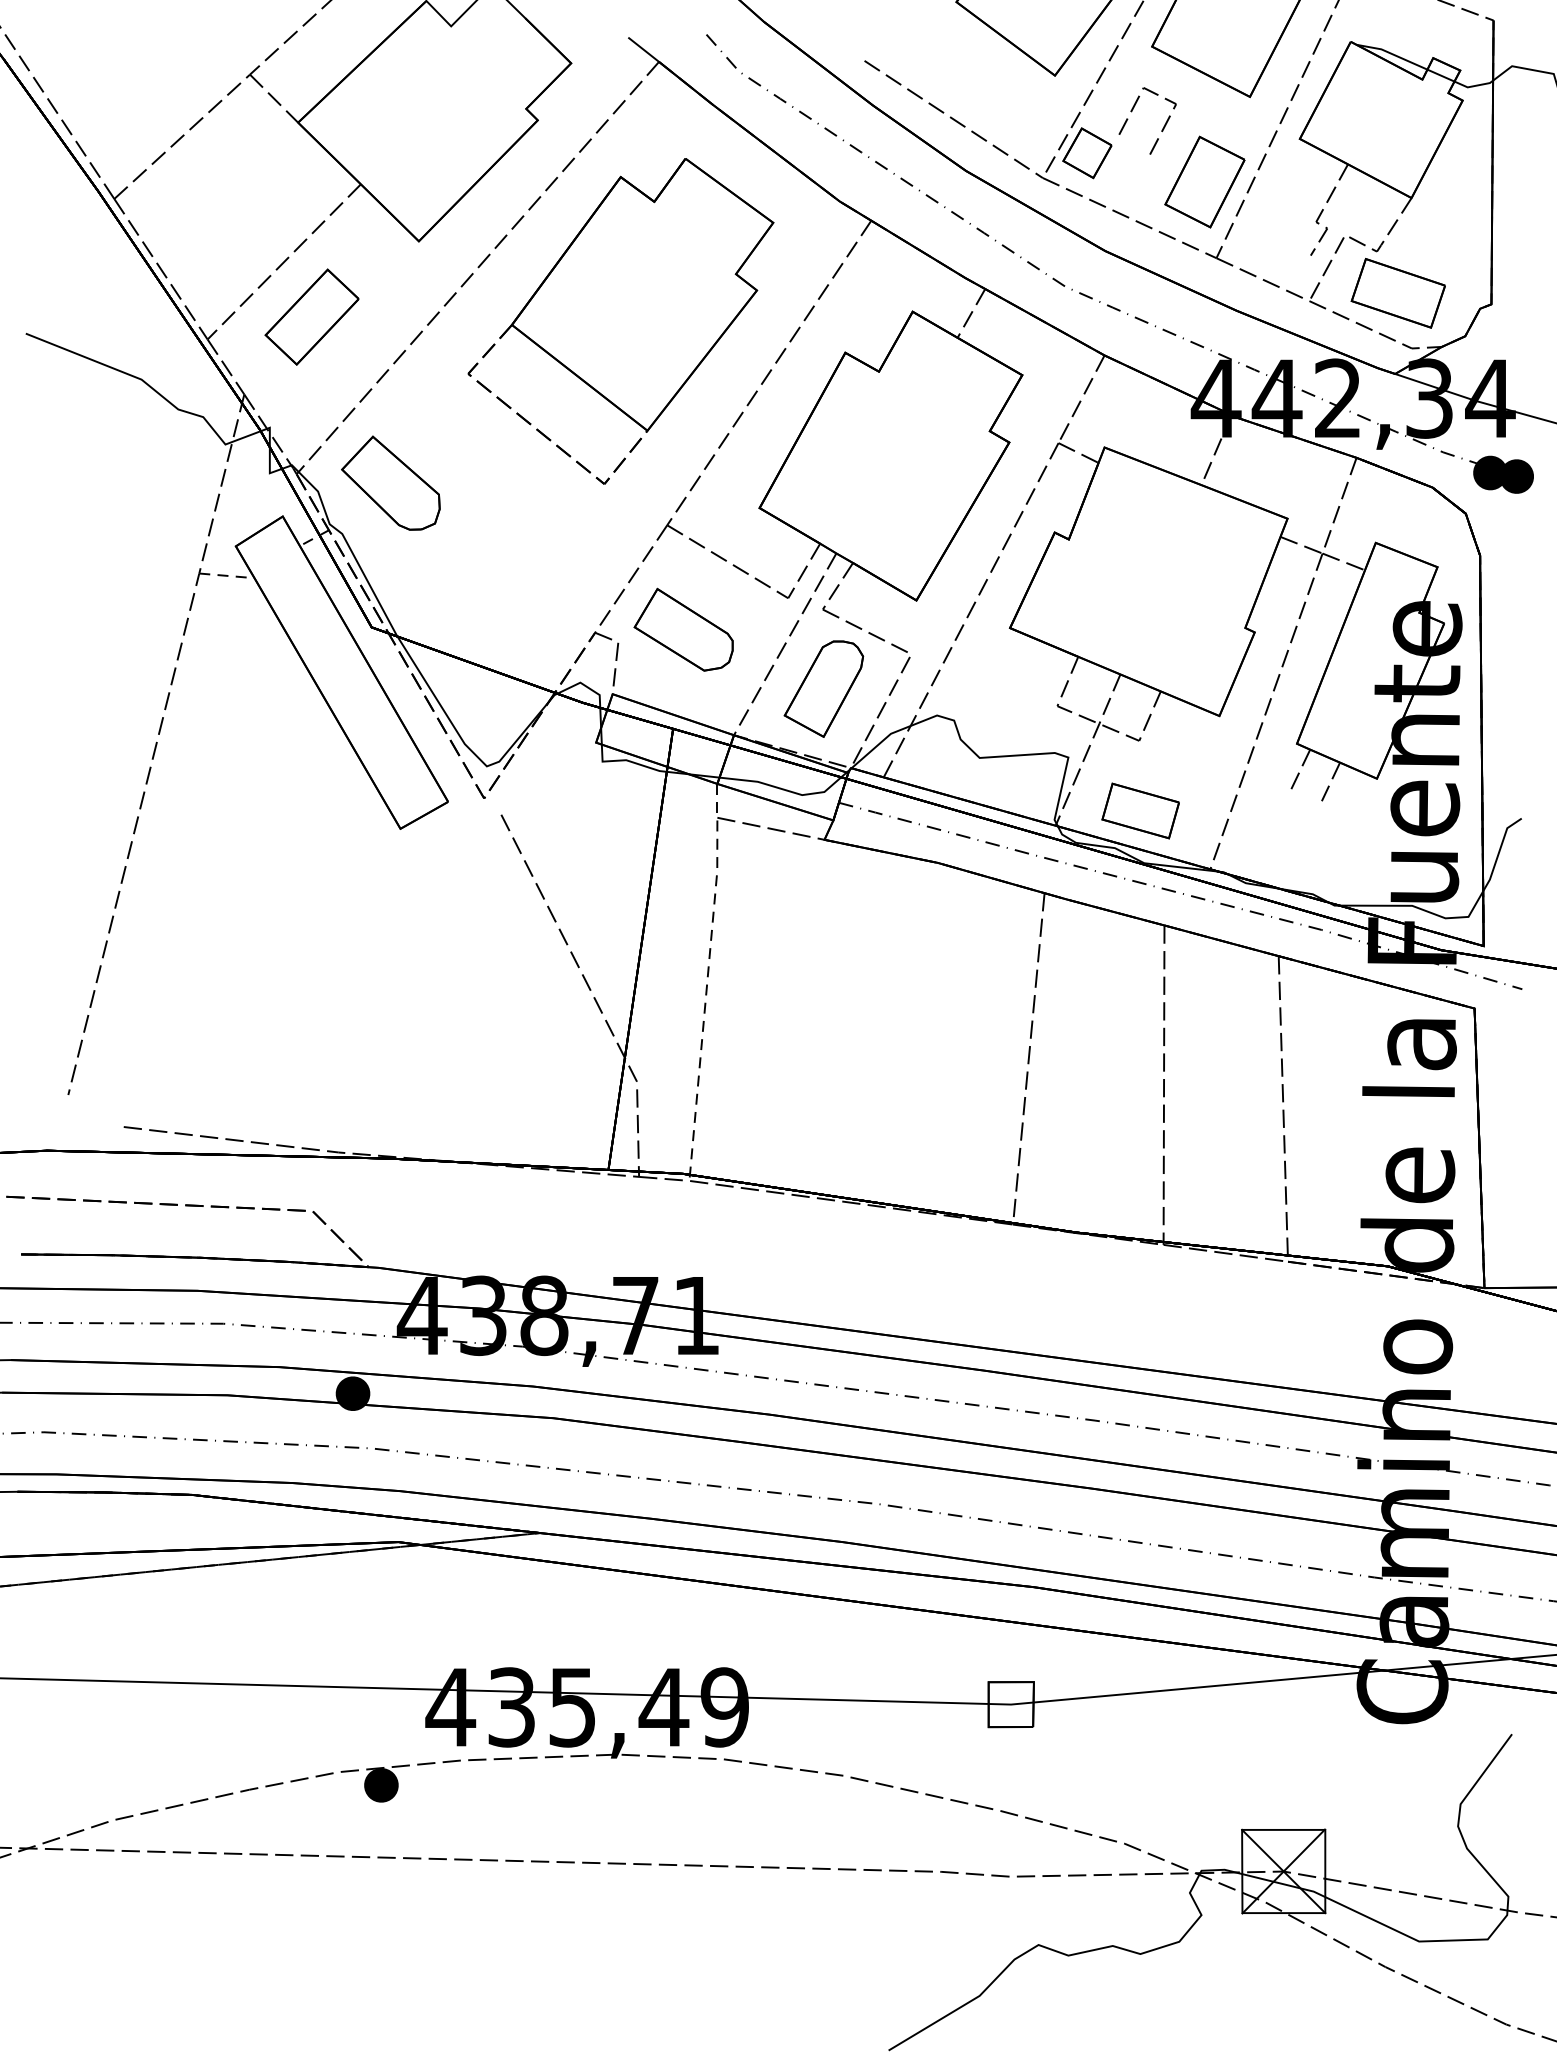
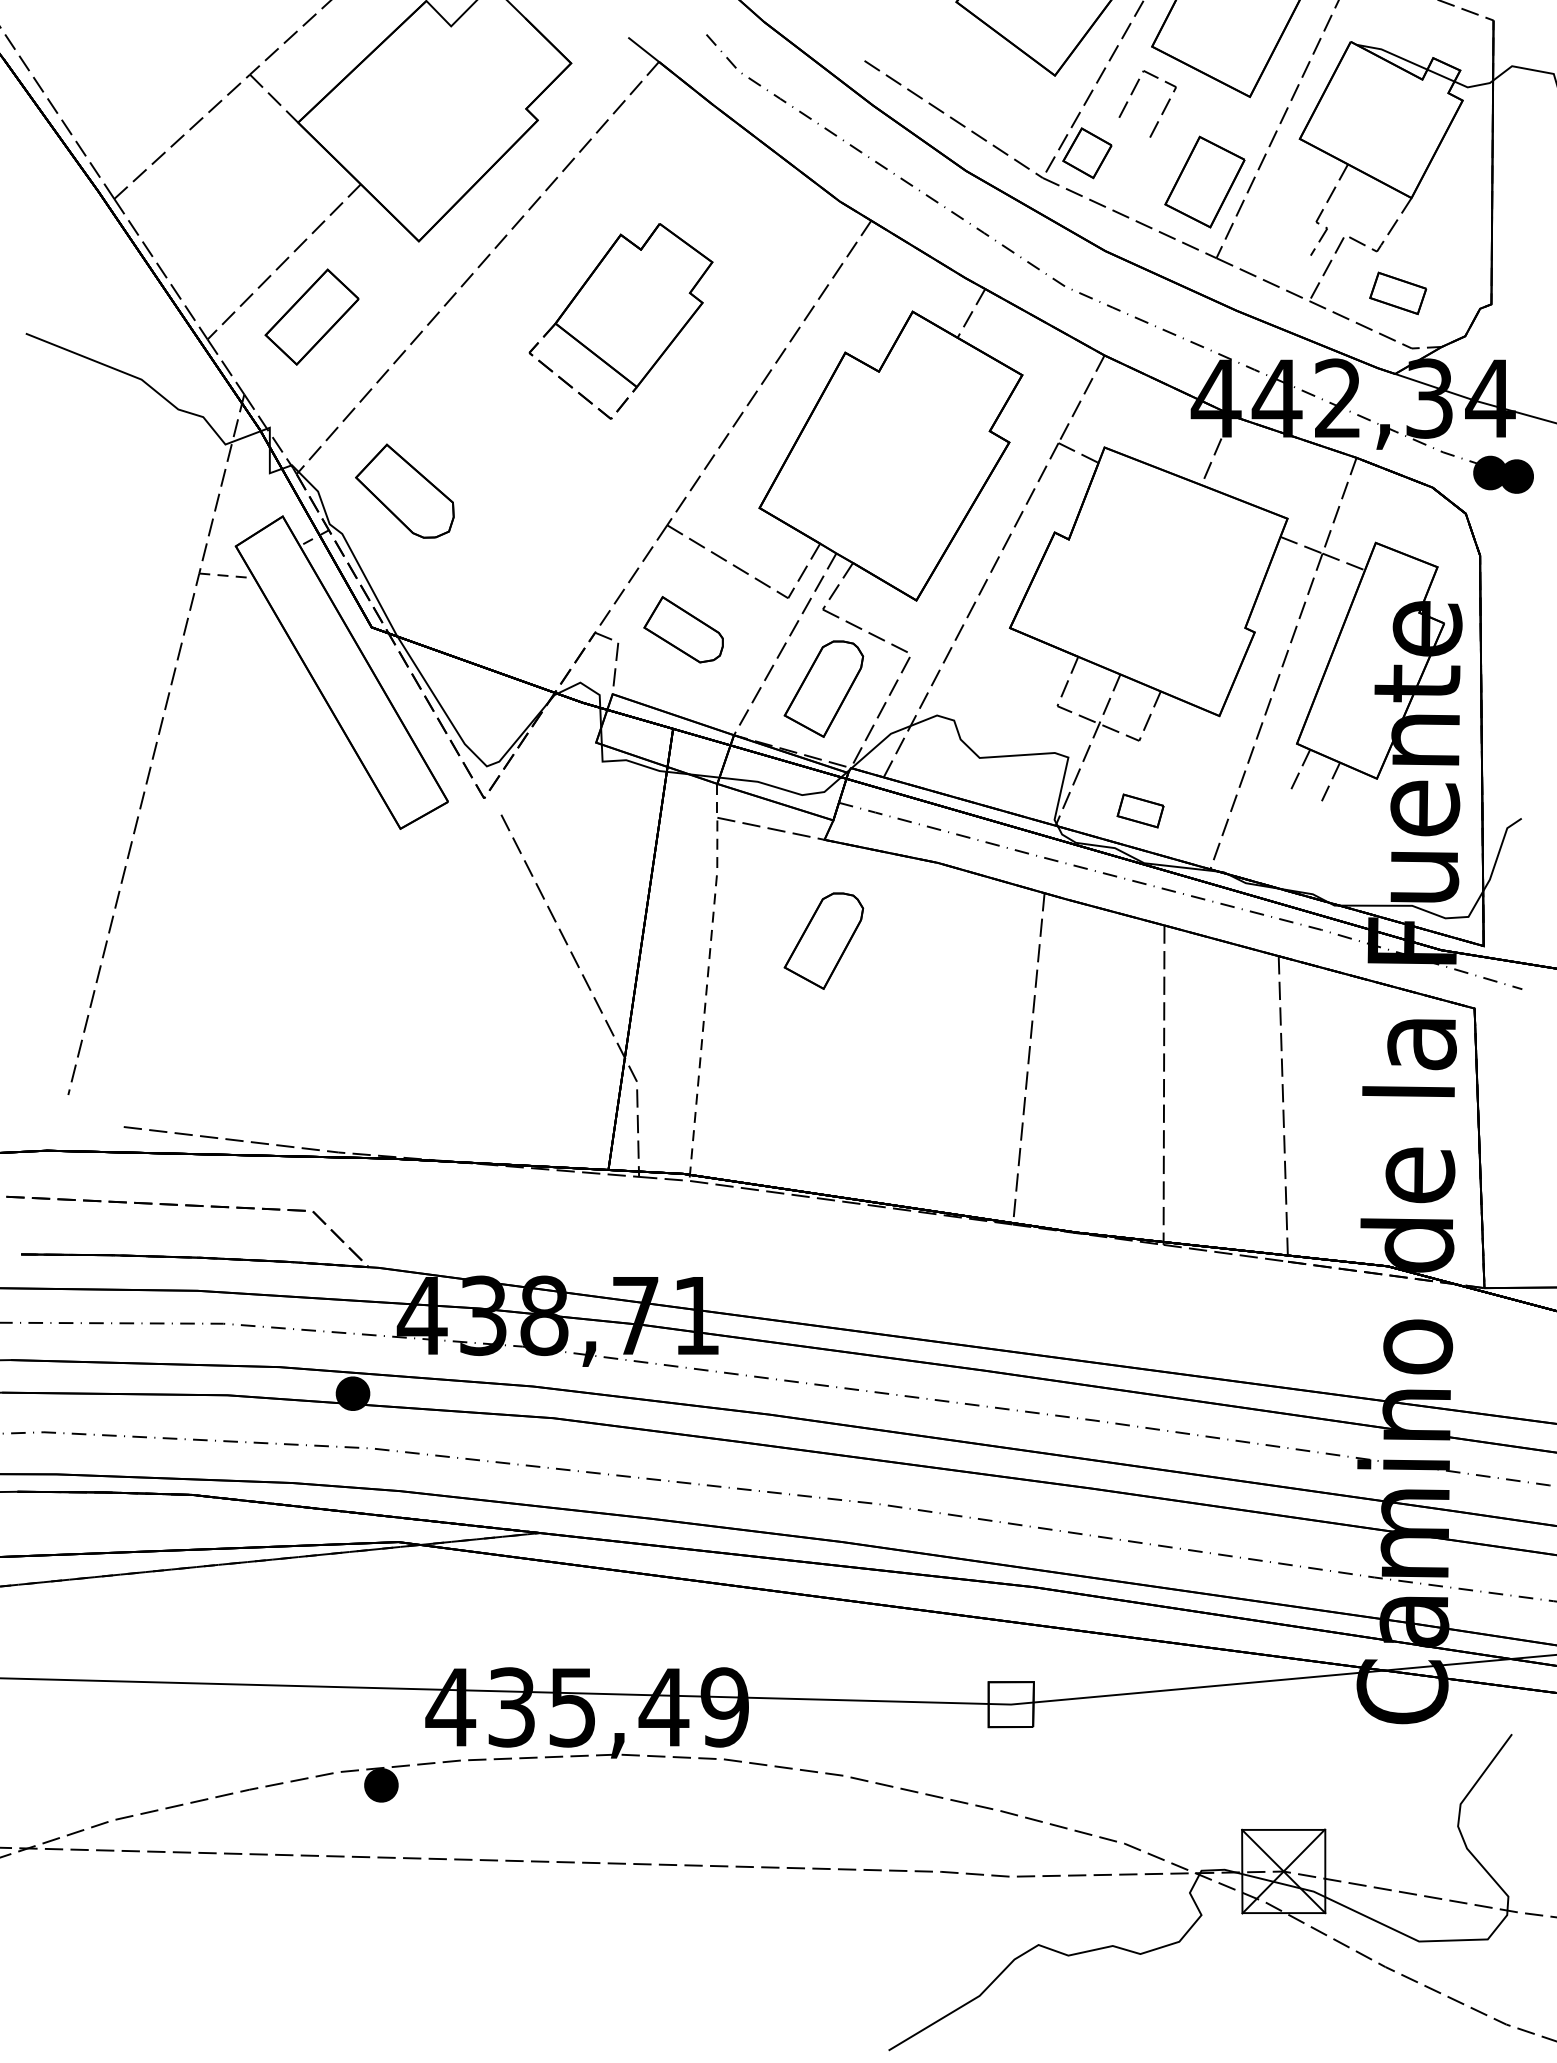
line at (1162, 128) position: (1162, 128) -> (1162, 111)
part at (1397, 293) size: 96x71 px -> 59x45 px
part at (620, 321) size: 308x327 px -> 186x197 px
part at (390, 482) position: (390, 482) -> (404, 490)
part at (683, 629) size: 101x85 px -> 81x68 px
part at (1140, 810) size: 79x58 px -> 49x36 px
part at (823, 940): none -> present
